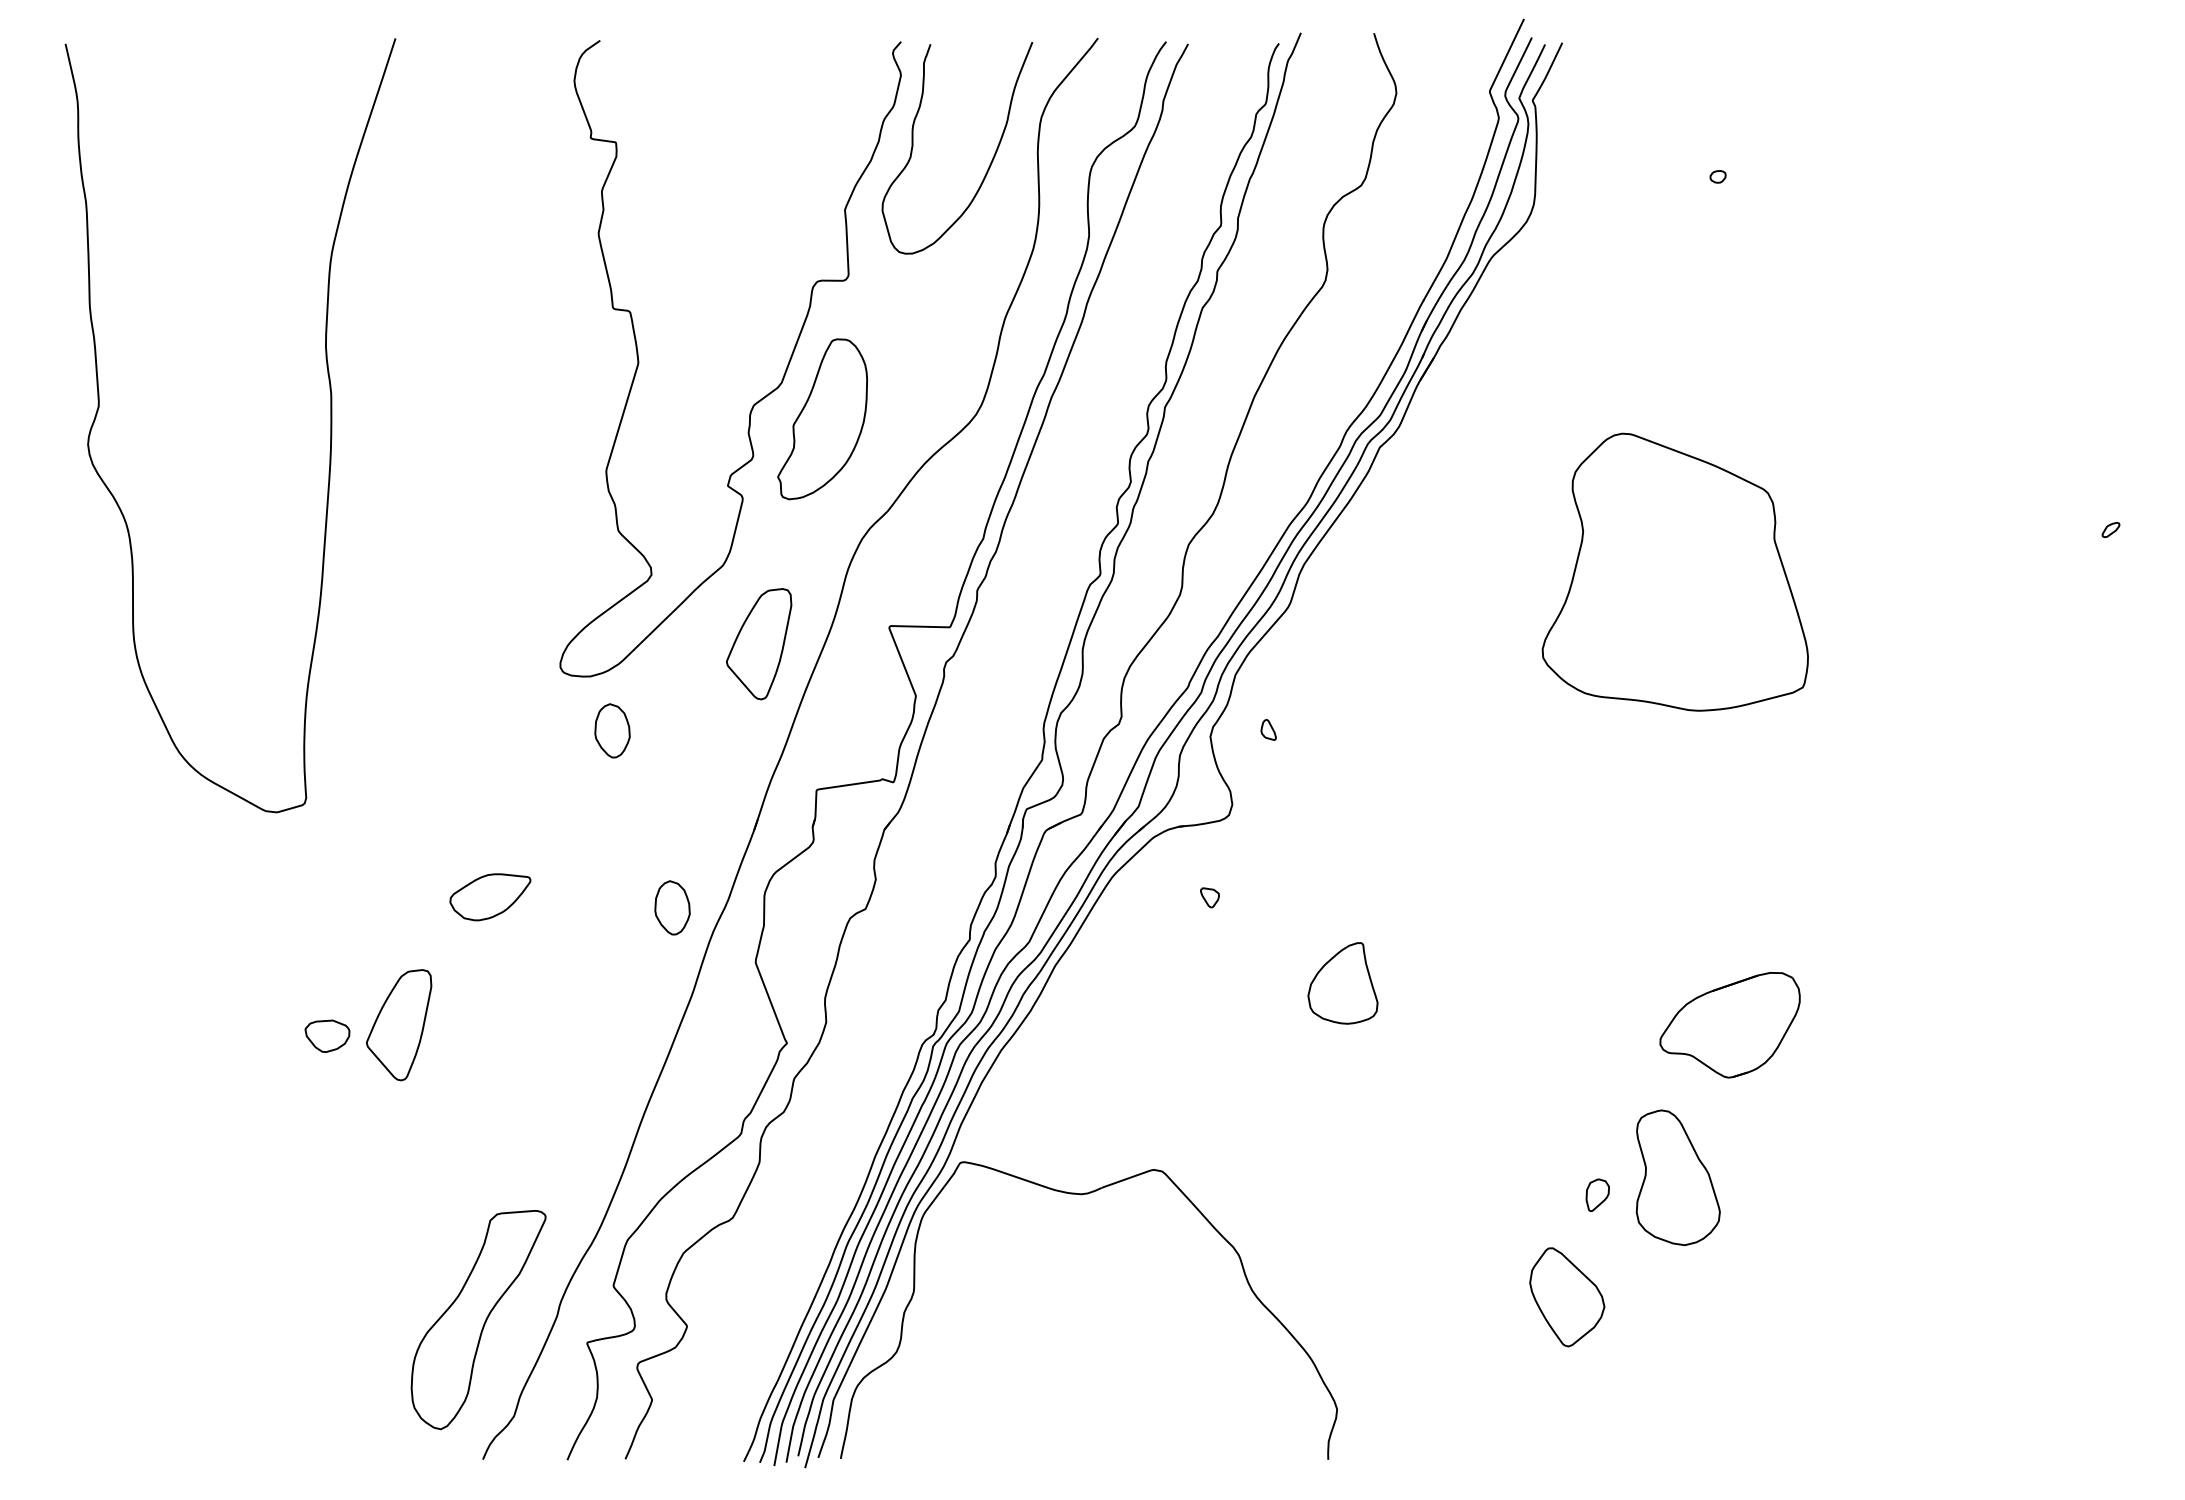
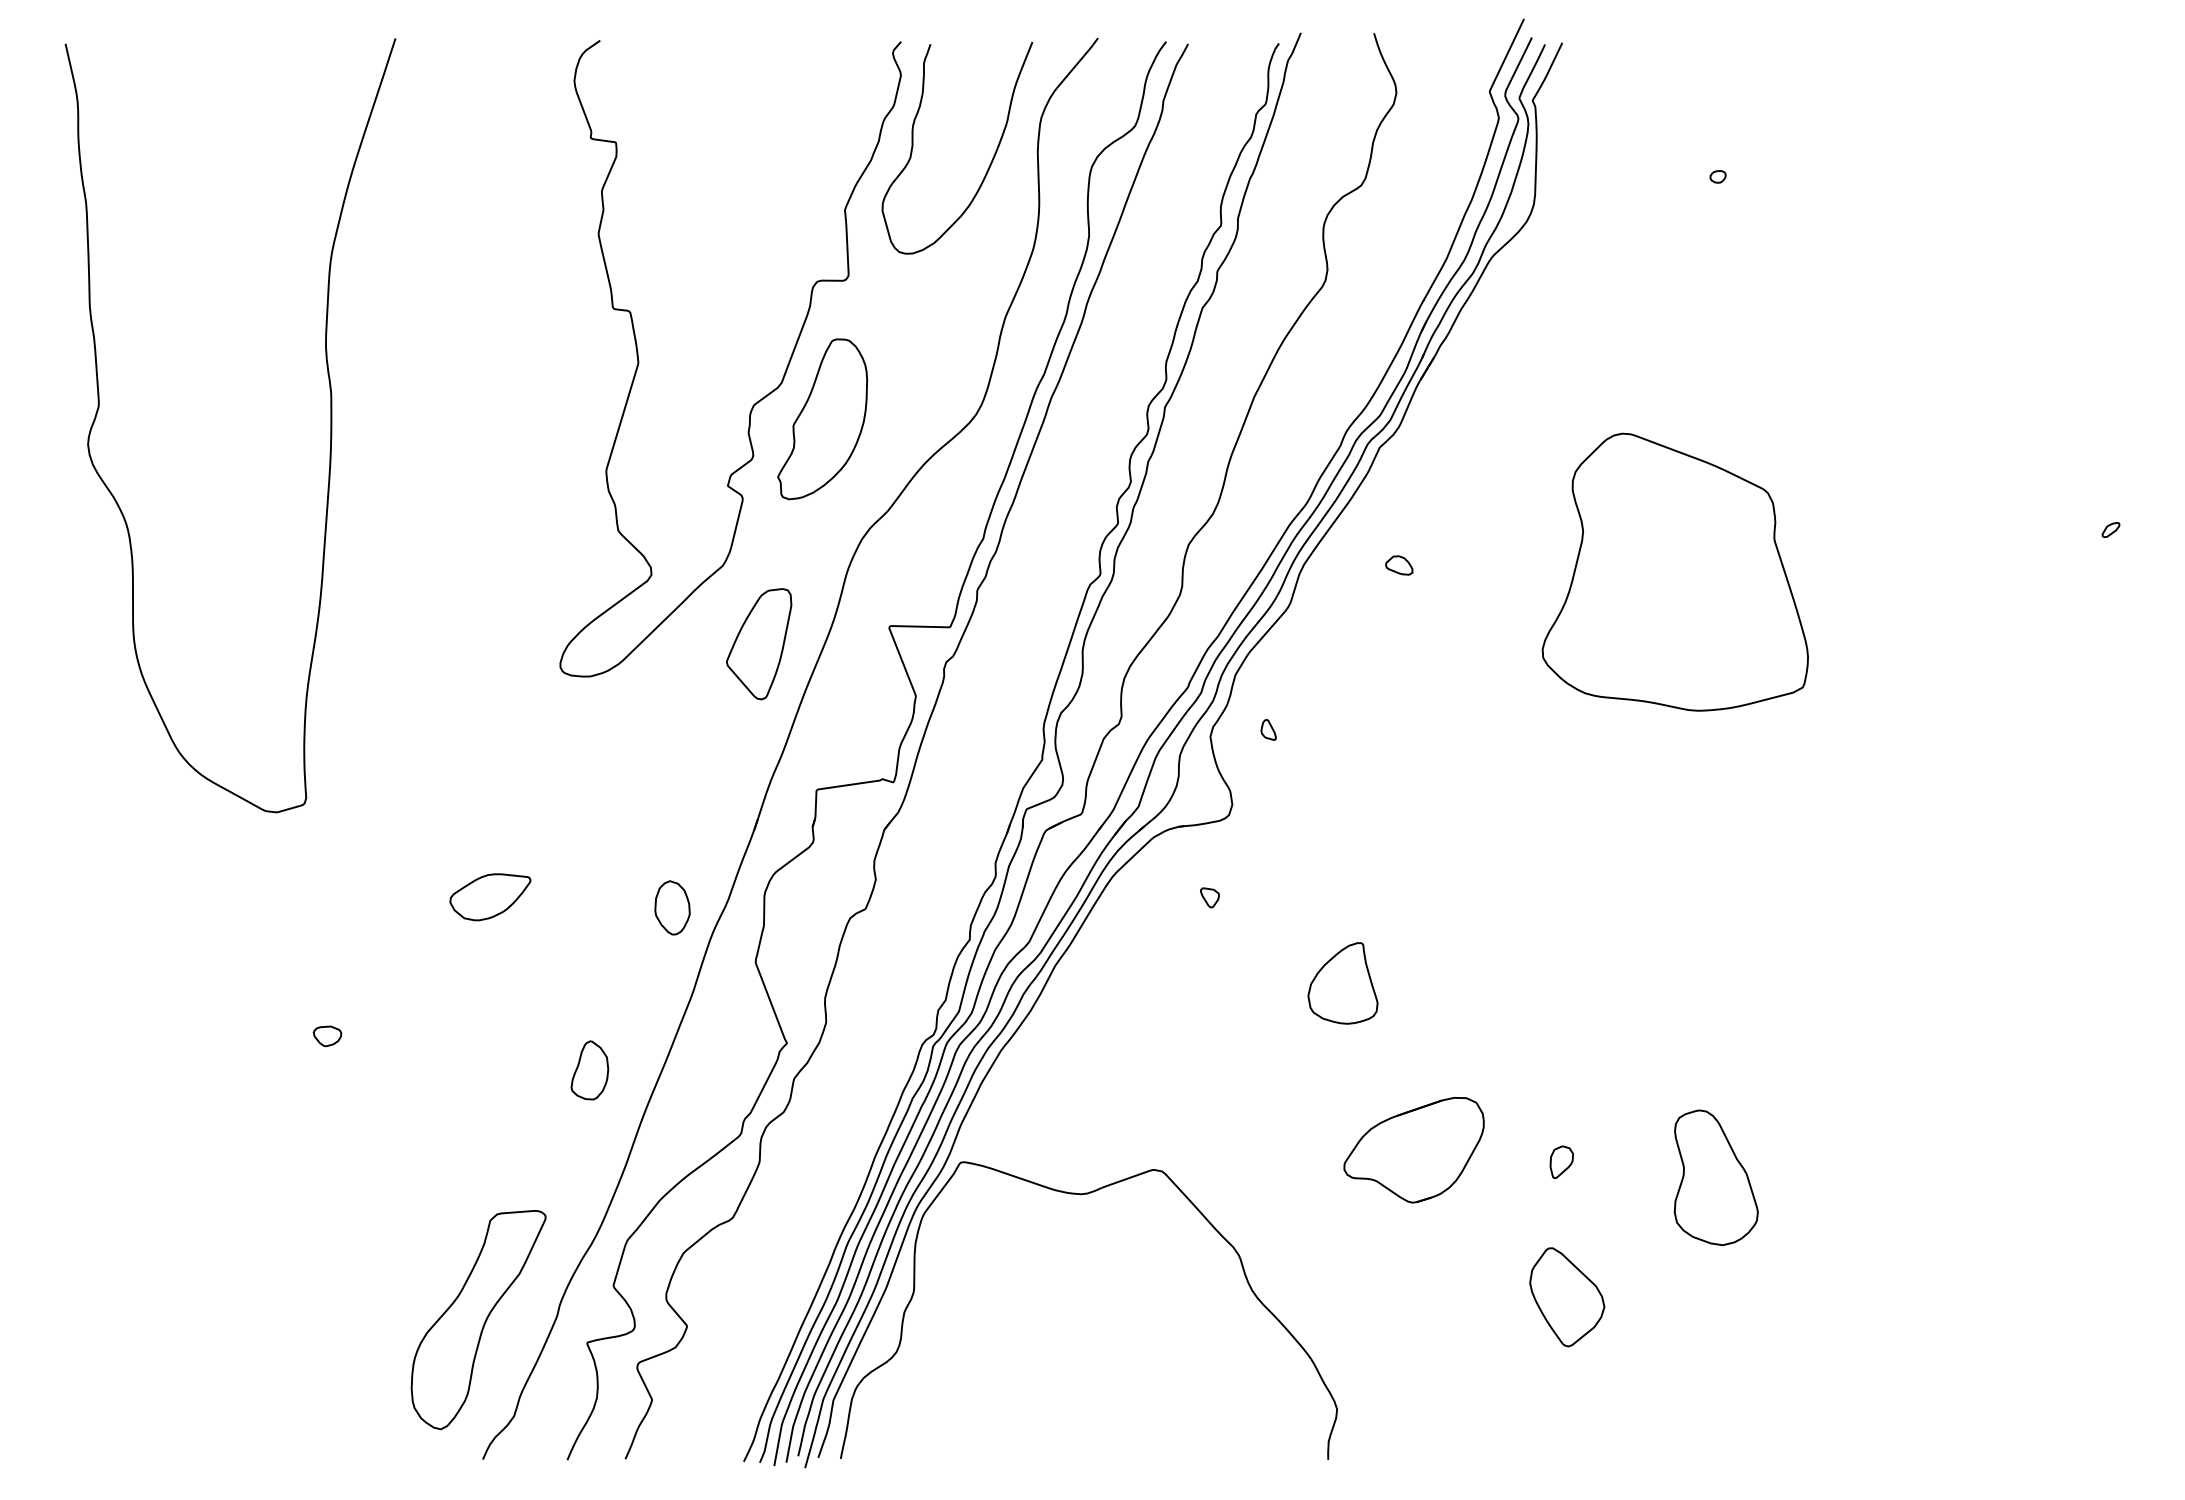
part at (1399, 565): none -> present
part at (612, 730): present -> none
part at (399, 1025): present -> none
part at (1729, 1025) position: (1729, 1025) -> (1413, 1150)
part at (327, 1035) size: 47x34 px -> 31x23 px
part at (589, 1070): none -> present
part at (1677, 1177) position: (1677, 1177) -> (1715, 1177)
part at (1597, 1194) position: (1597, 1194) -> (1561, 1161)
